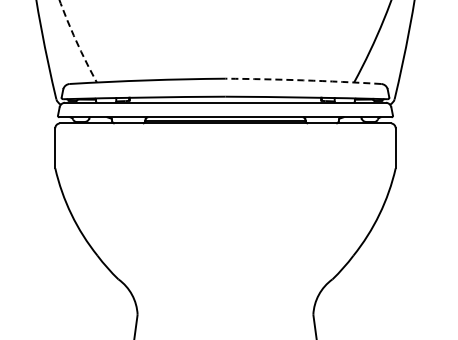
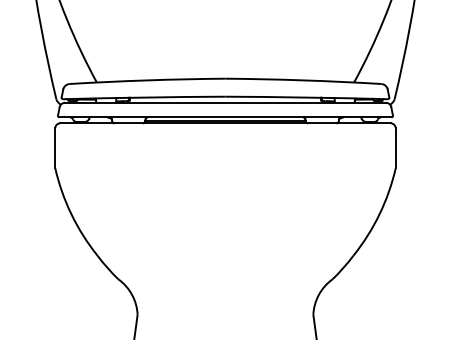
arc at (76, 41): dashed -> solid
arc at (303, 80): dashed -> solid
